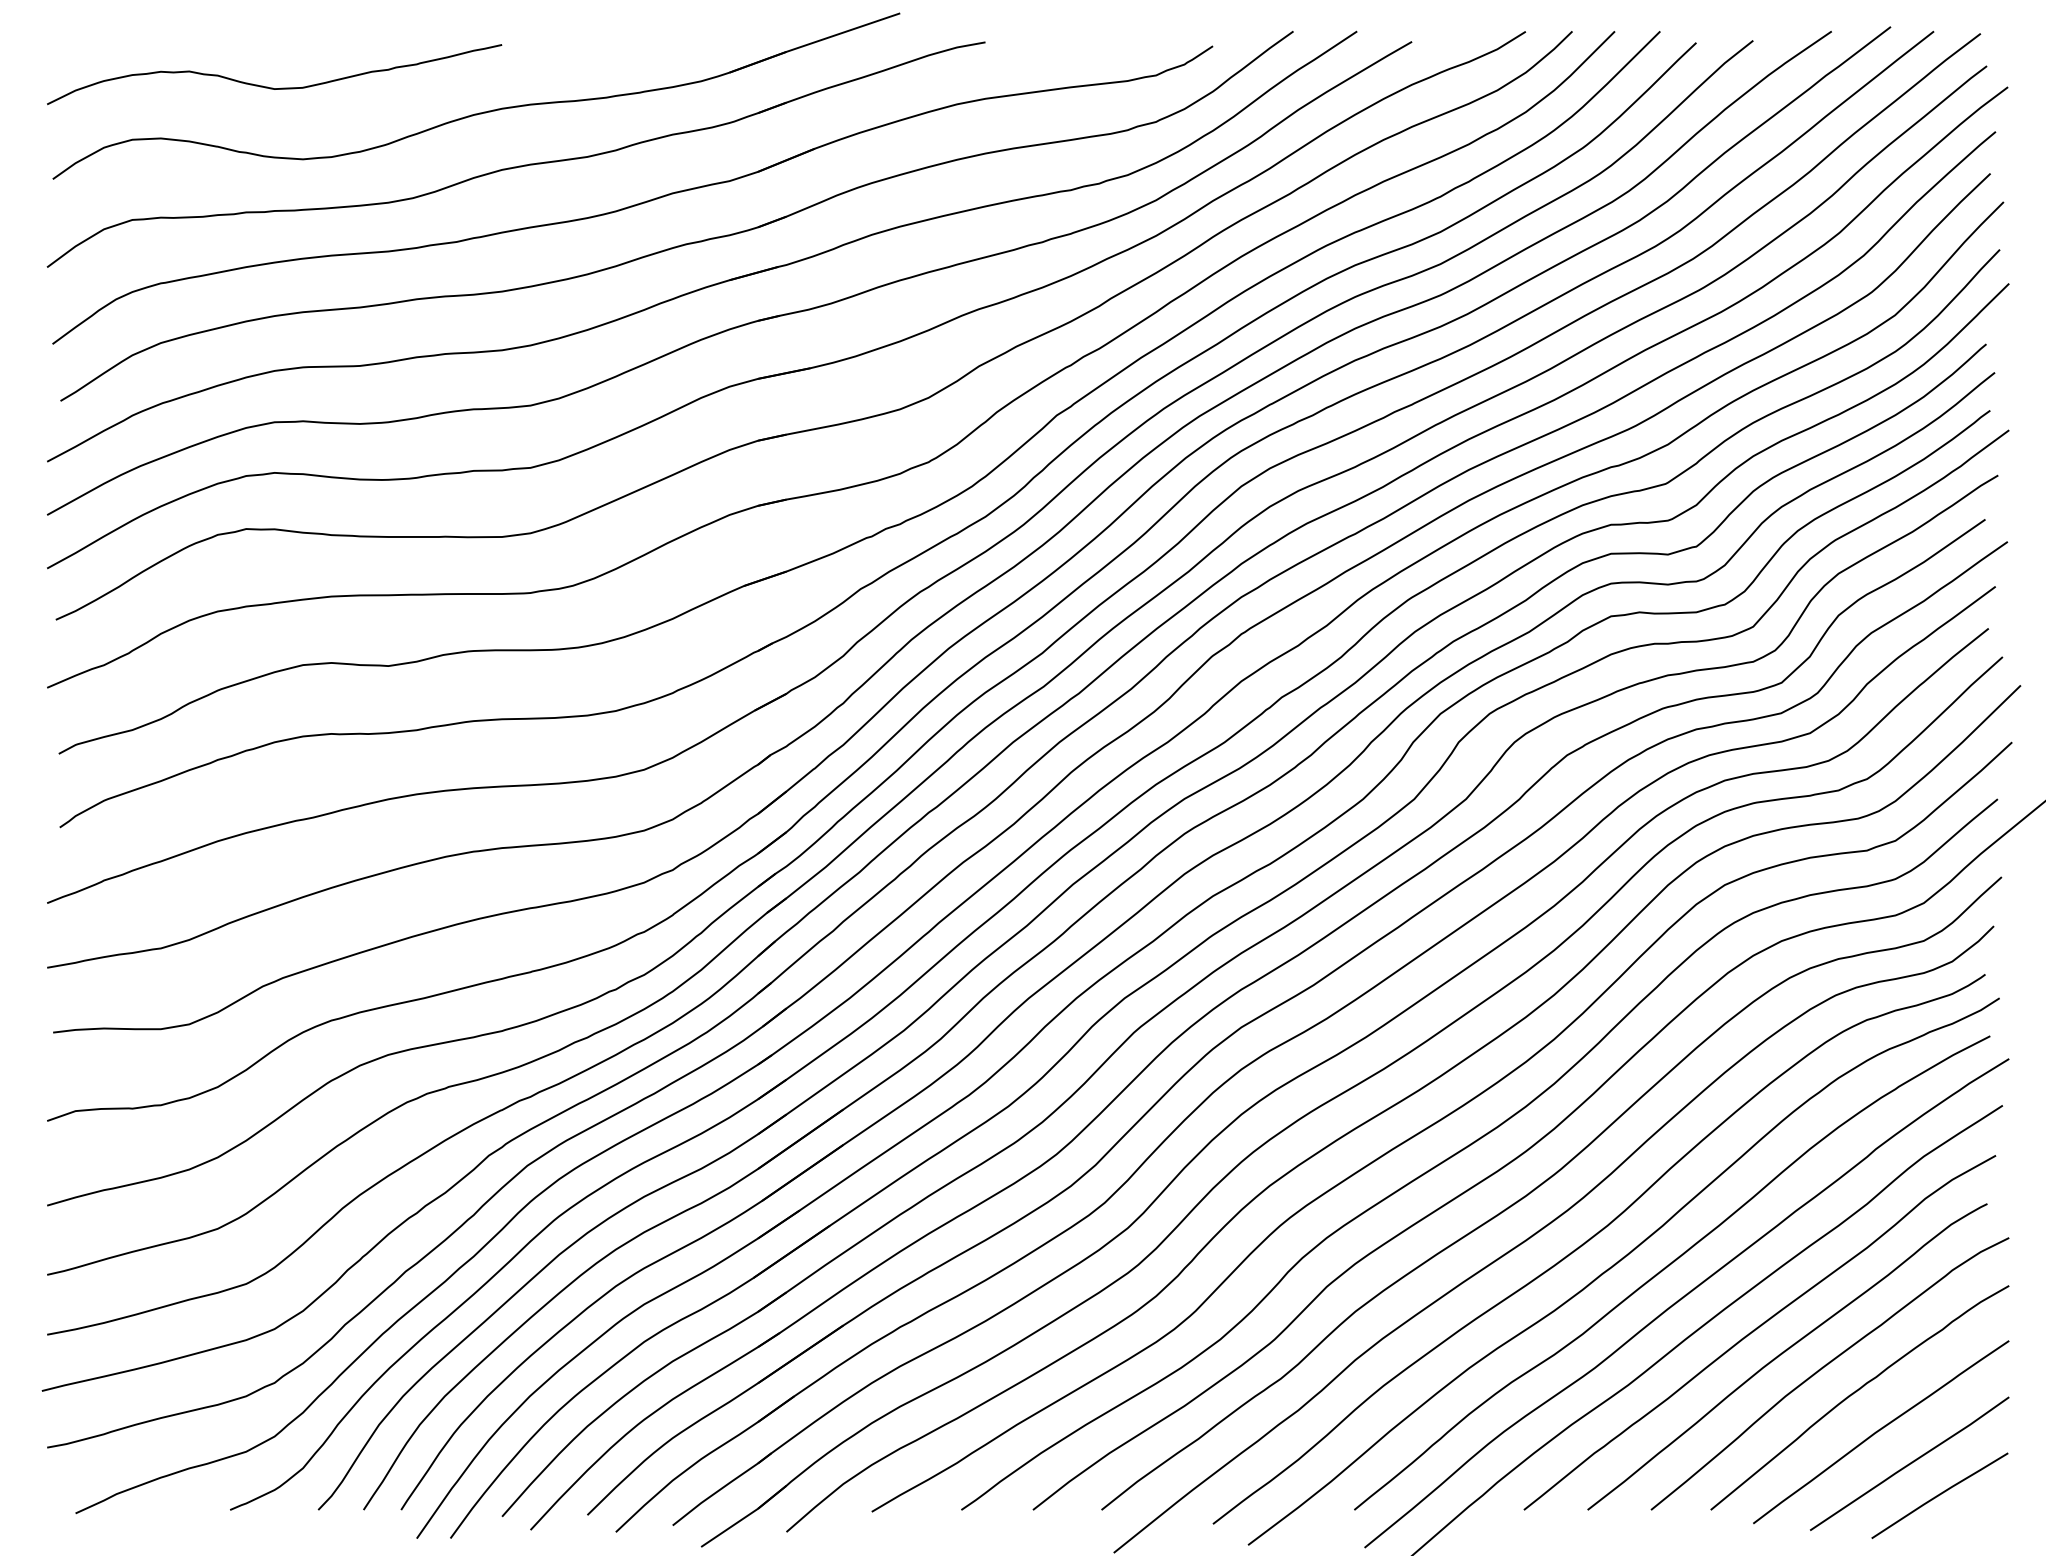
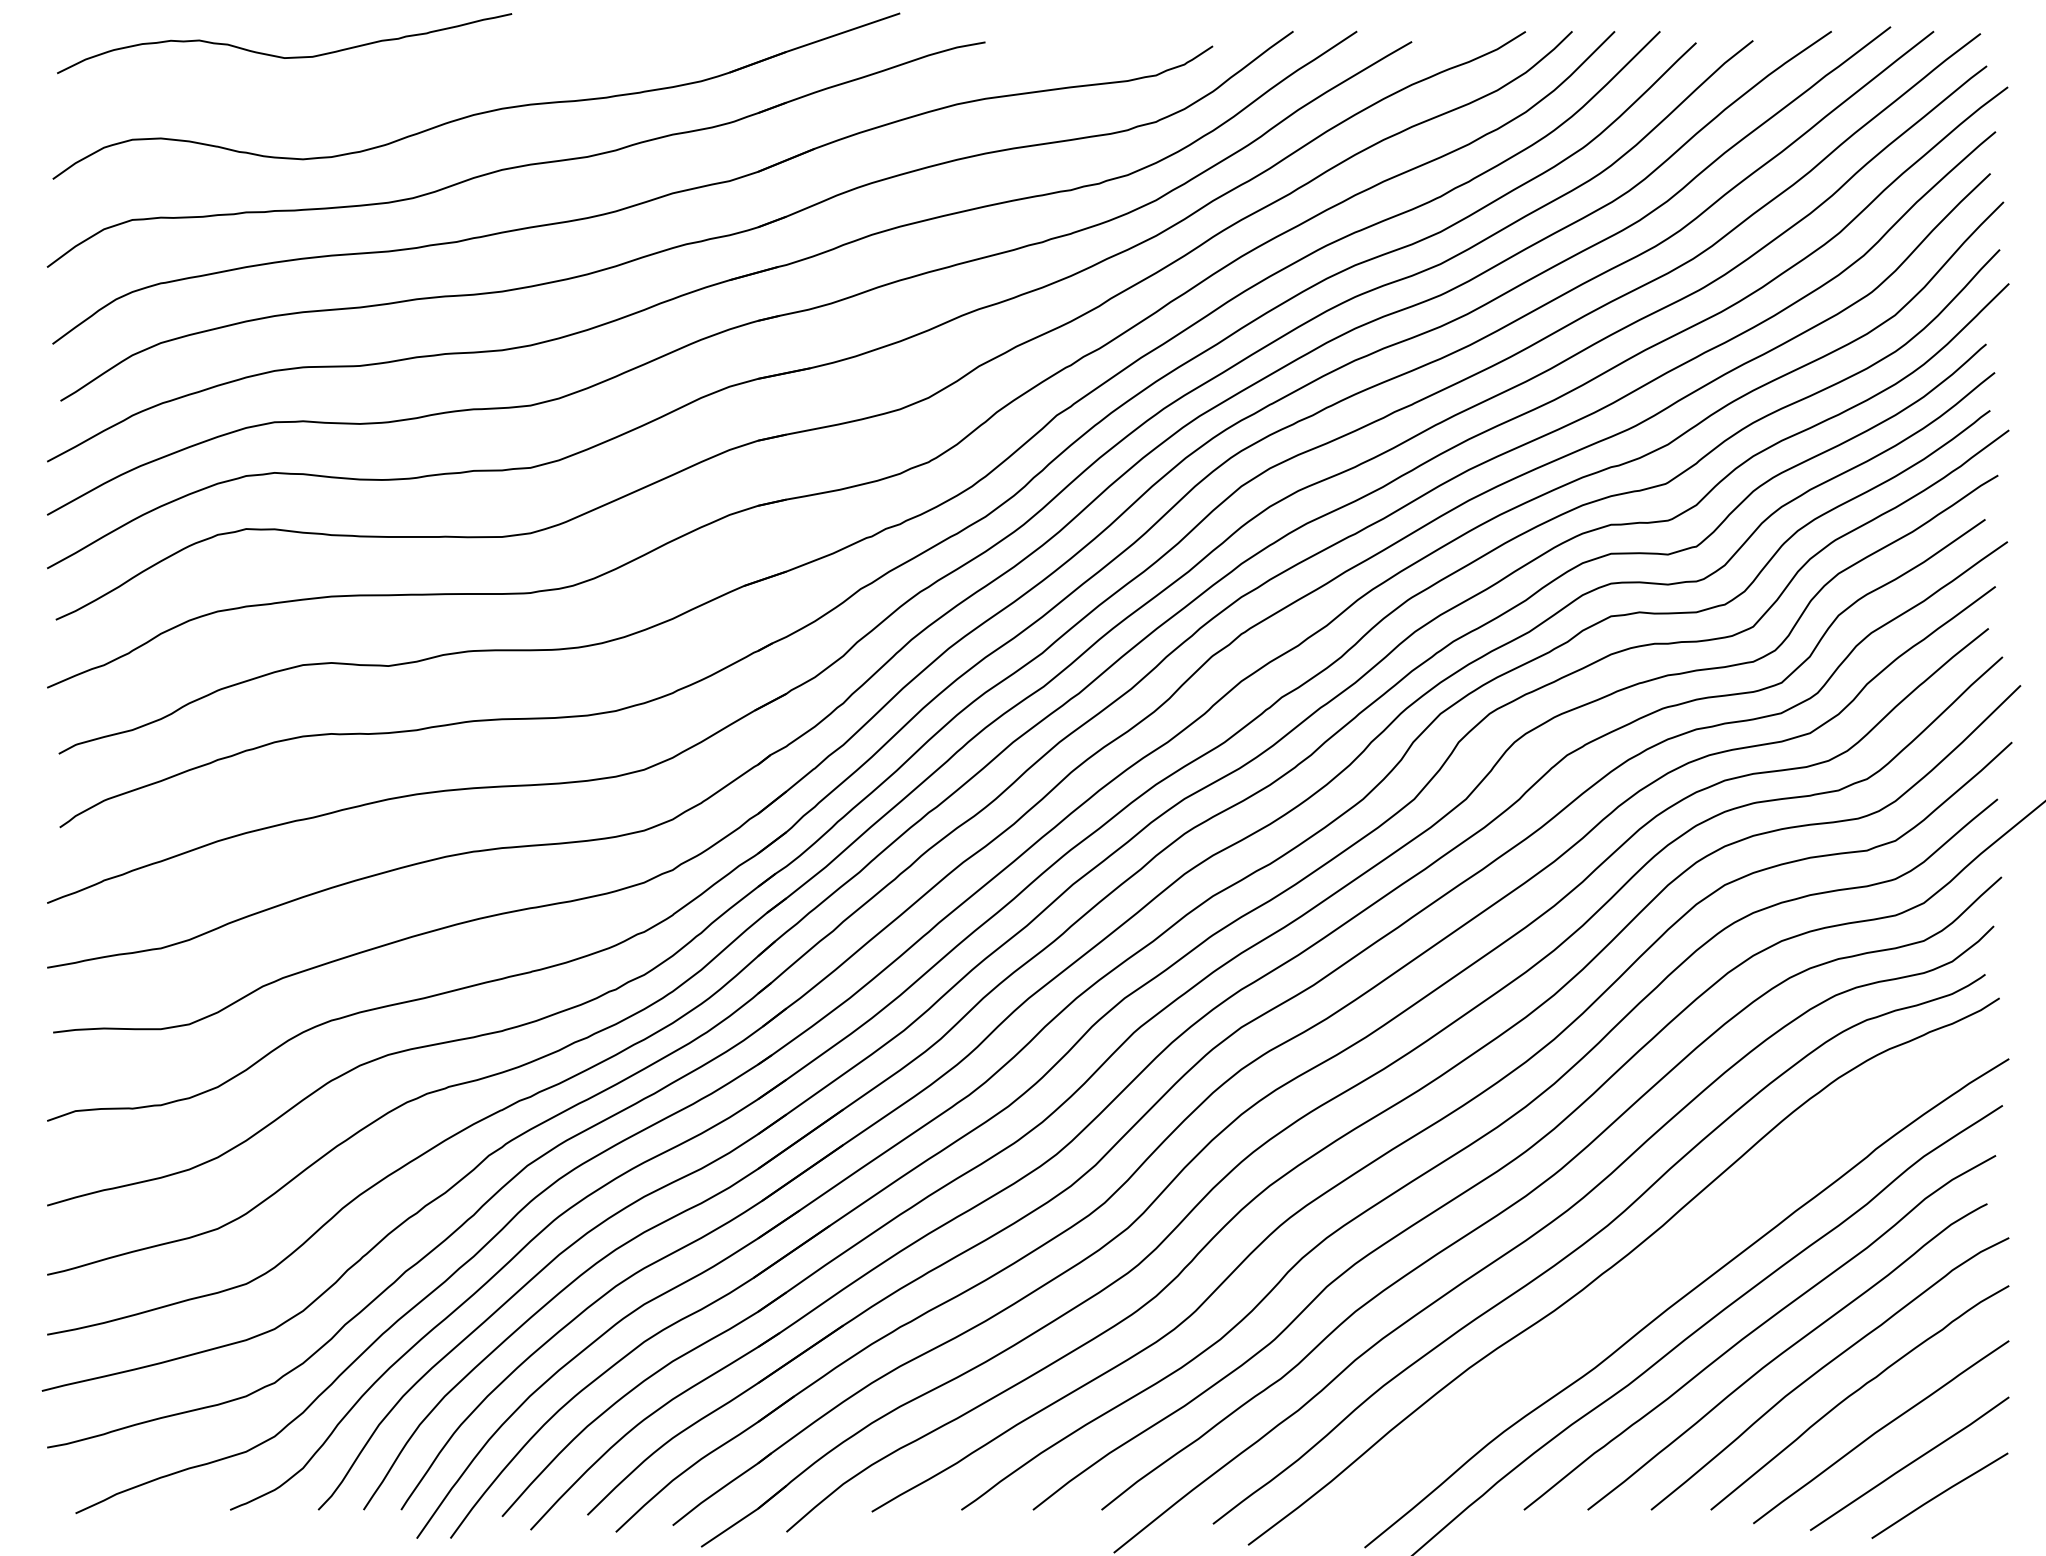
curve at (272, 87) position: (272, 87) -> (282, 56)
curve at (1667, 1267): present -> none
